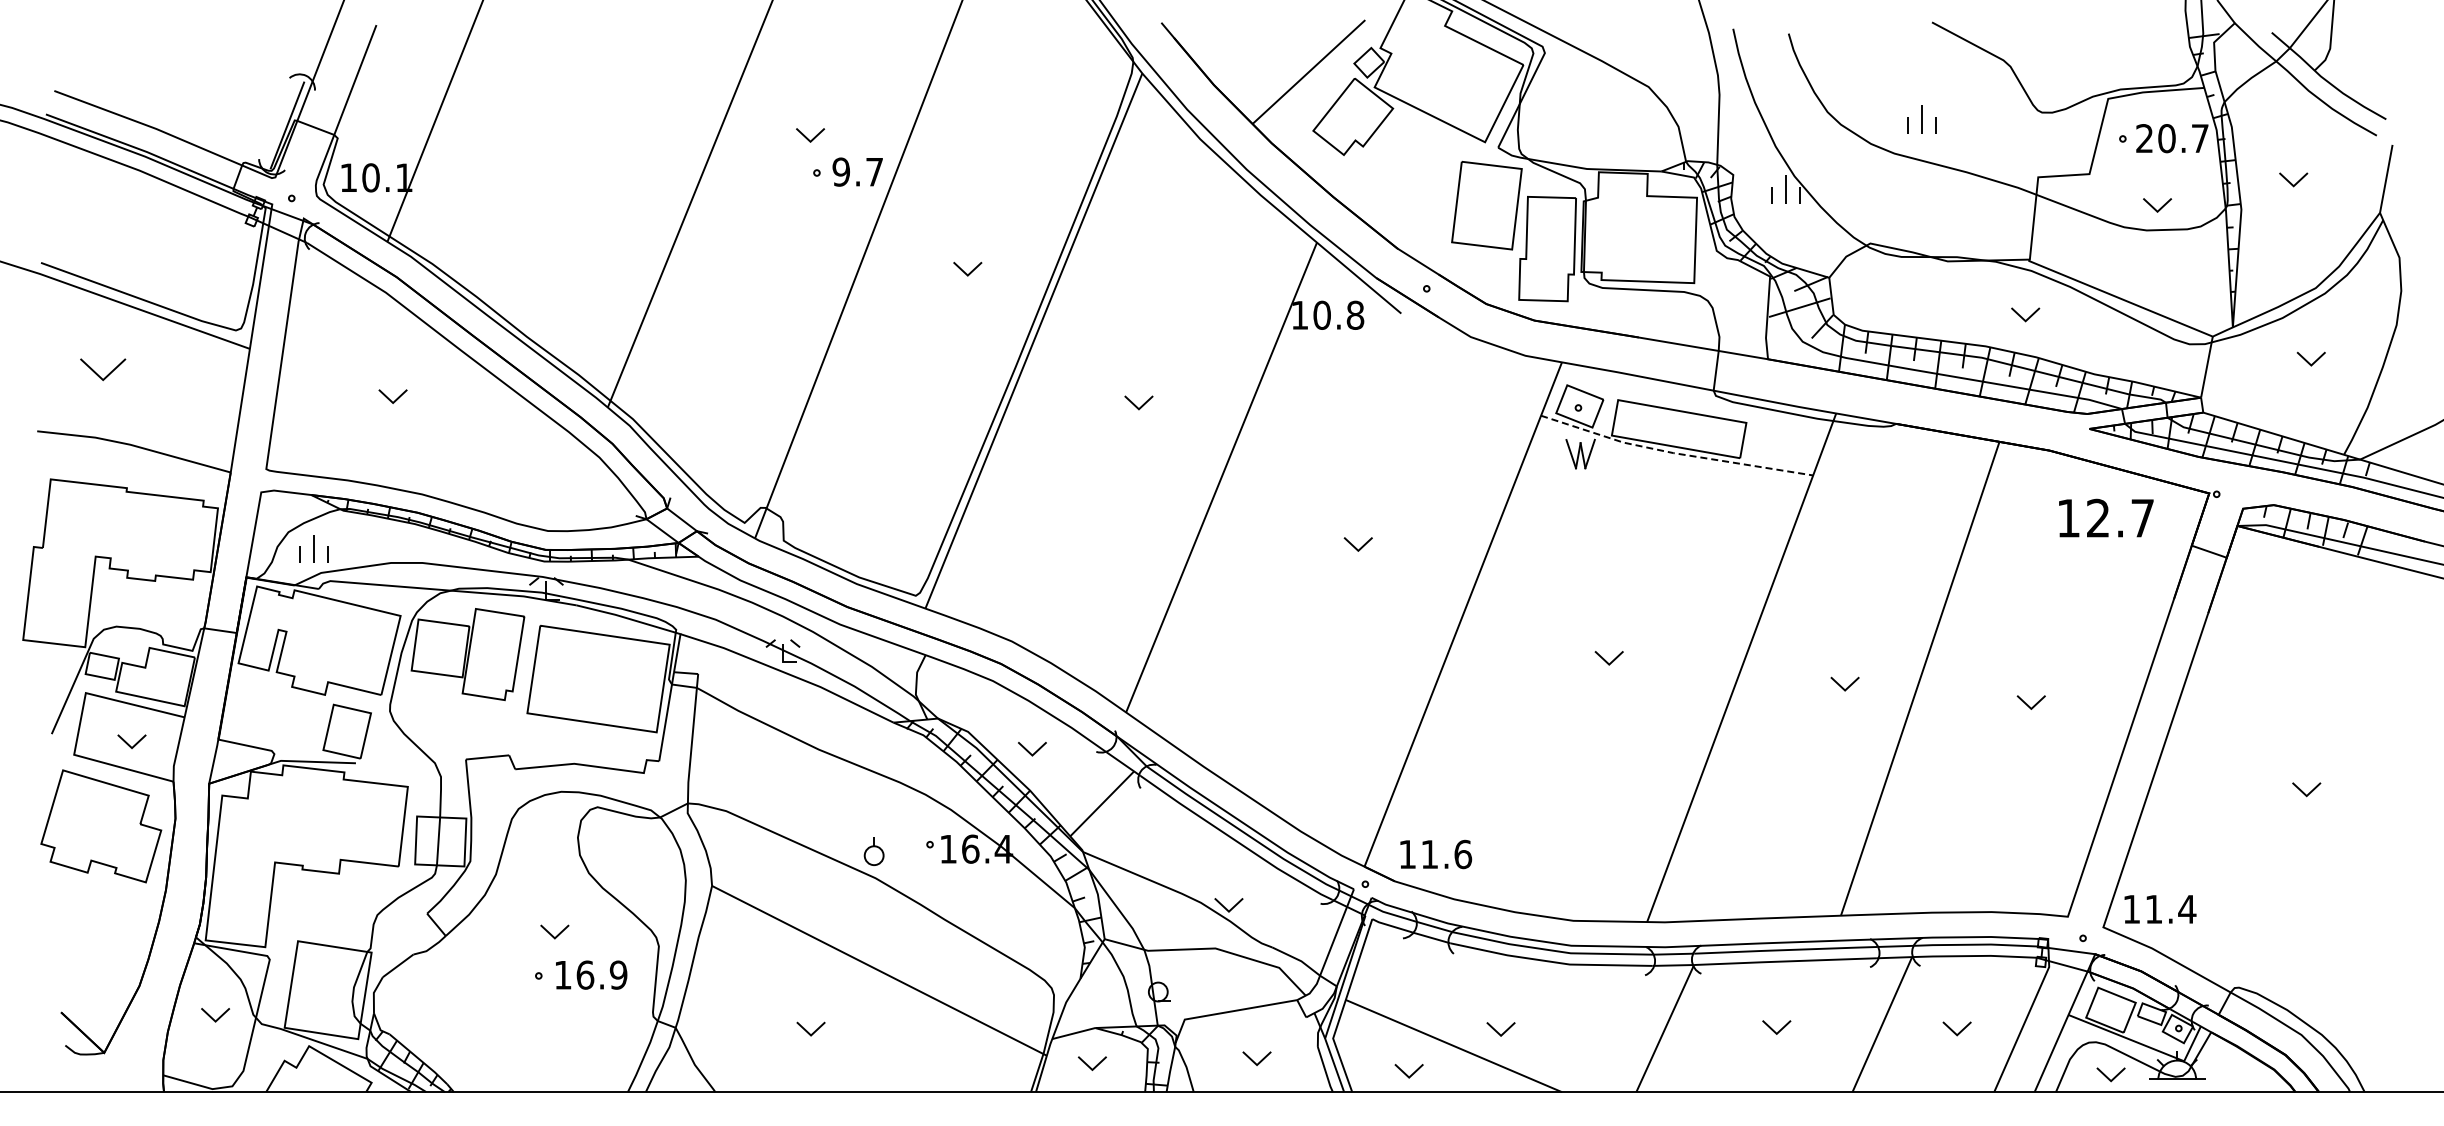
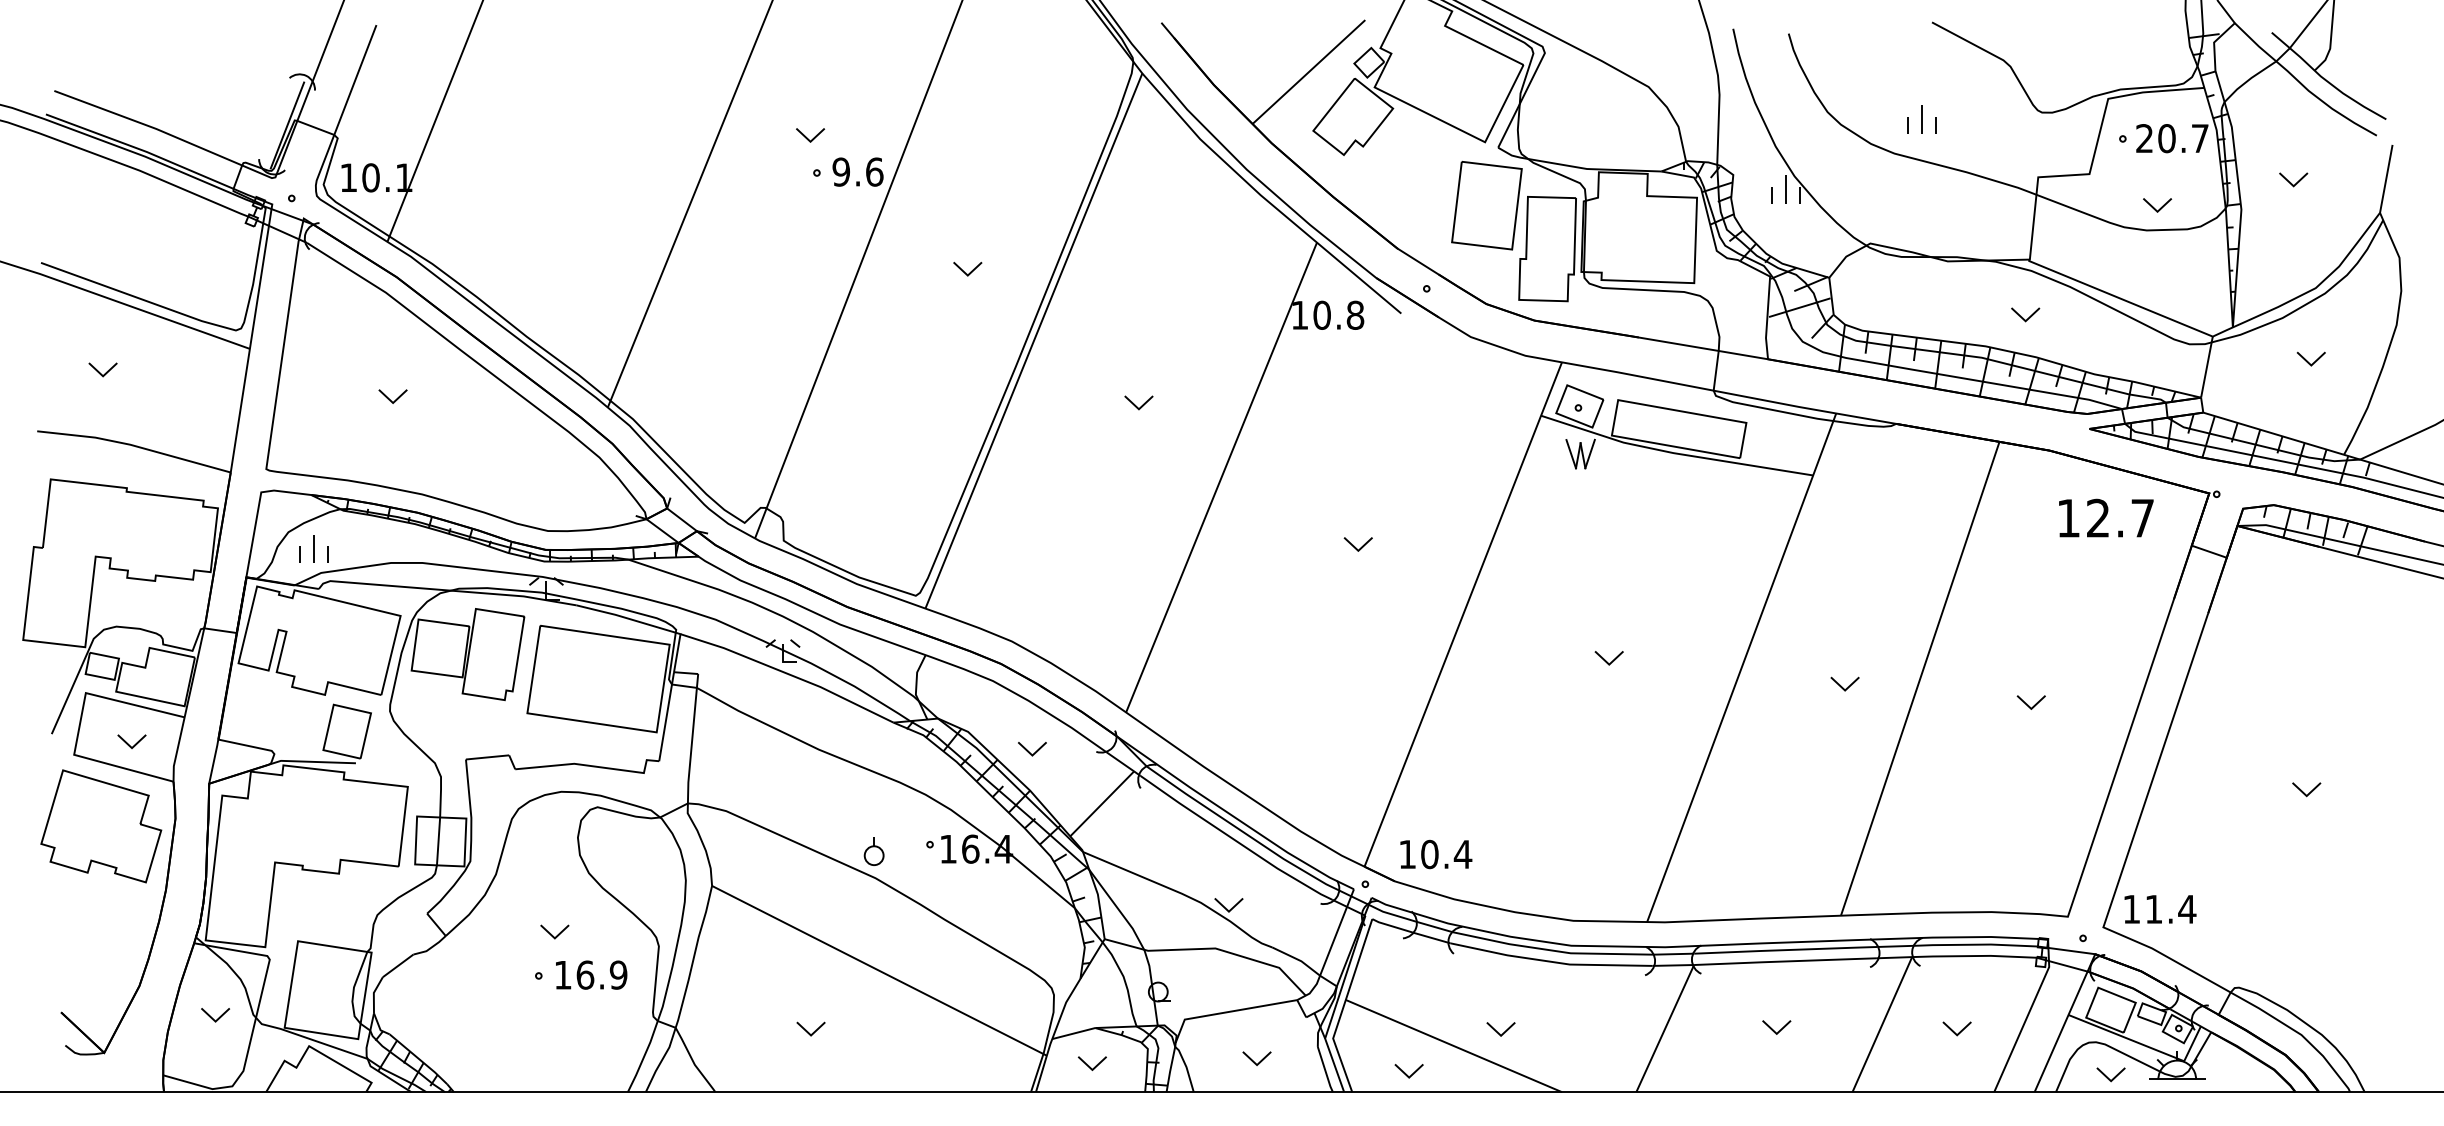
text at (874, 171): 9.7 -> 9.6
part at (103, 369) size: 47x24 px -> 30x16 px
line at (1674, 453): dashed -> solid
text at (1446, 854): 11.6 -> 10.4
